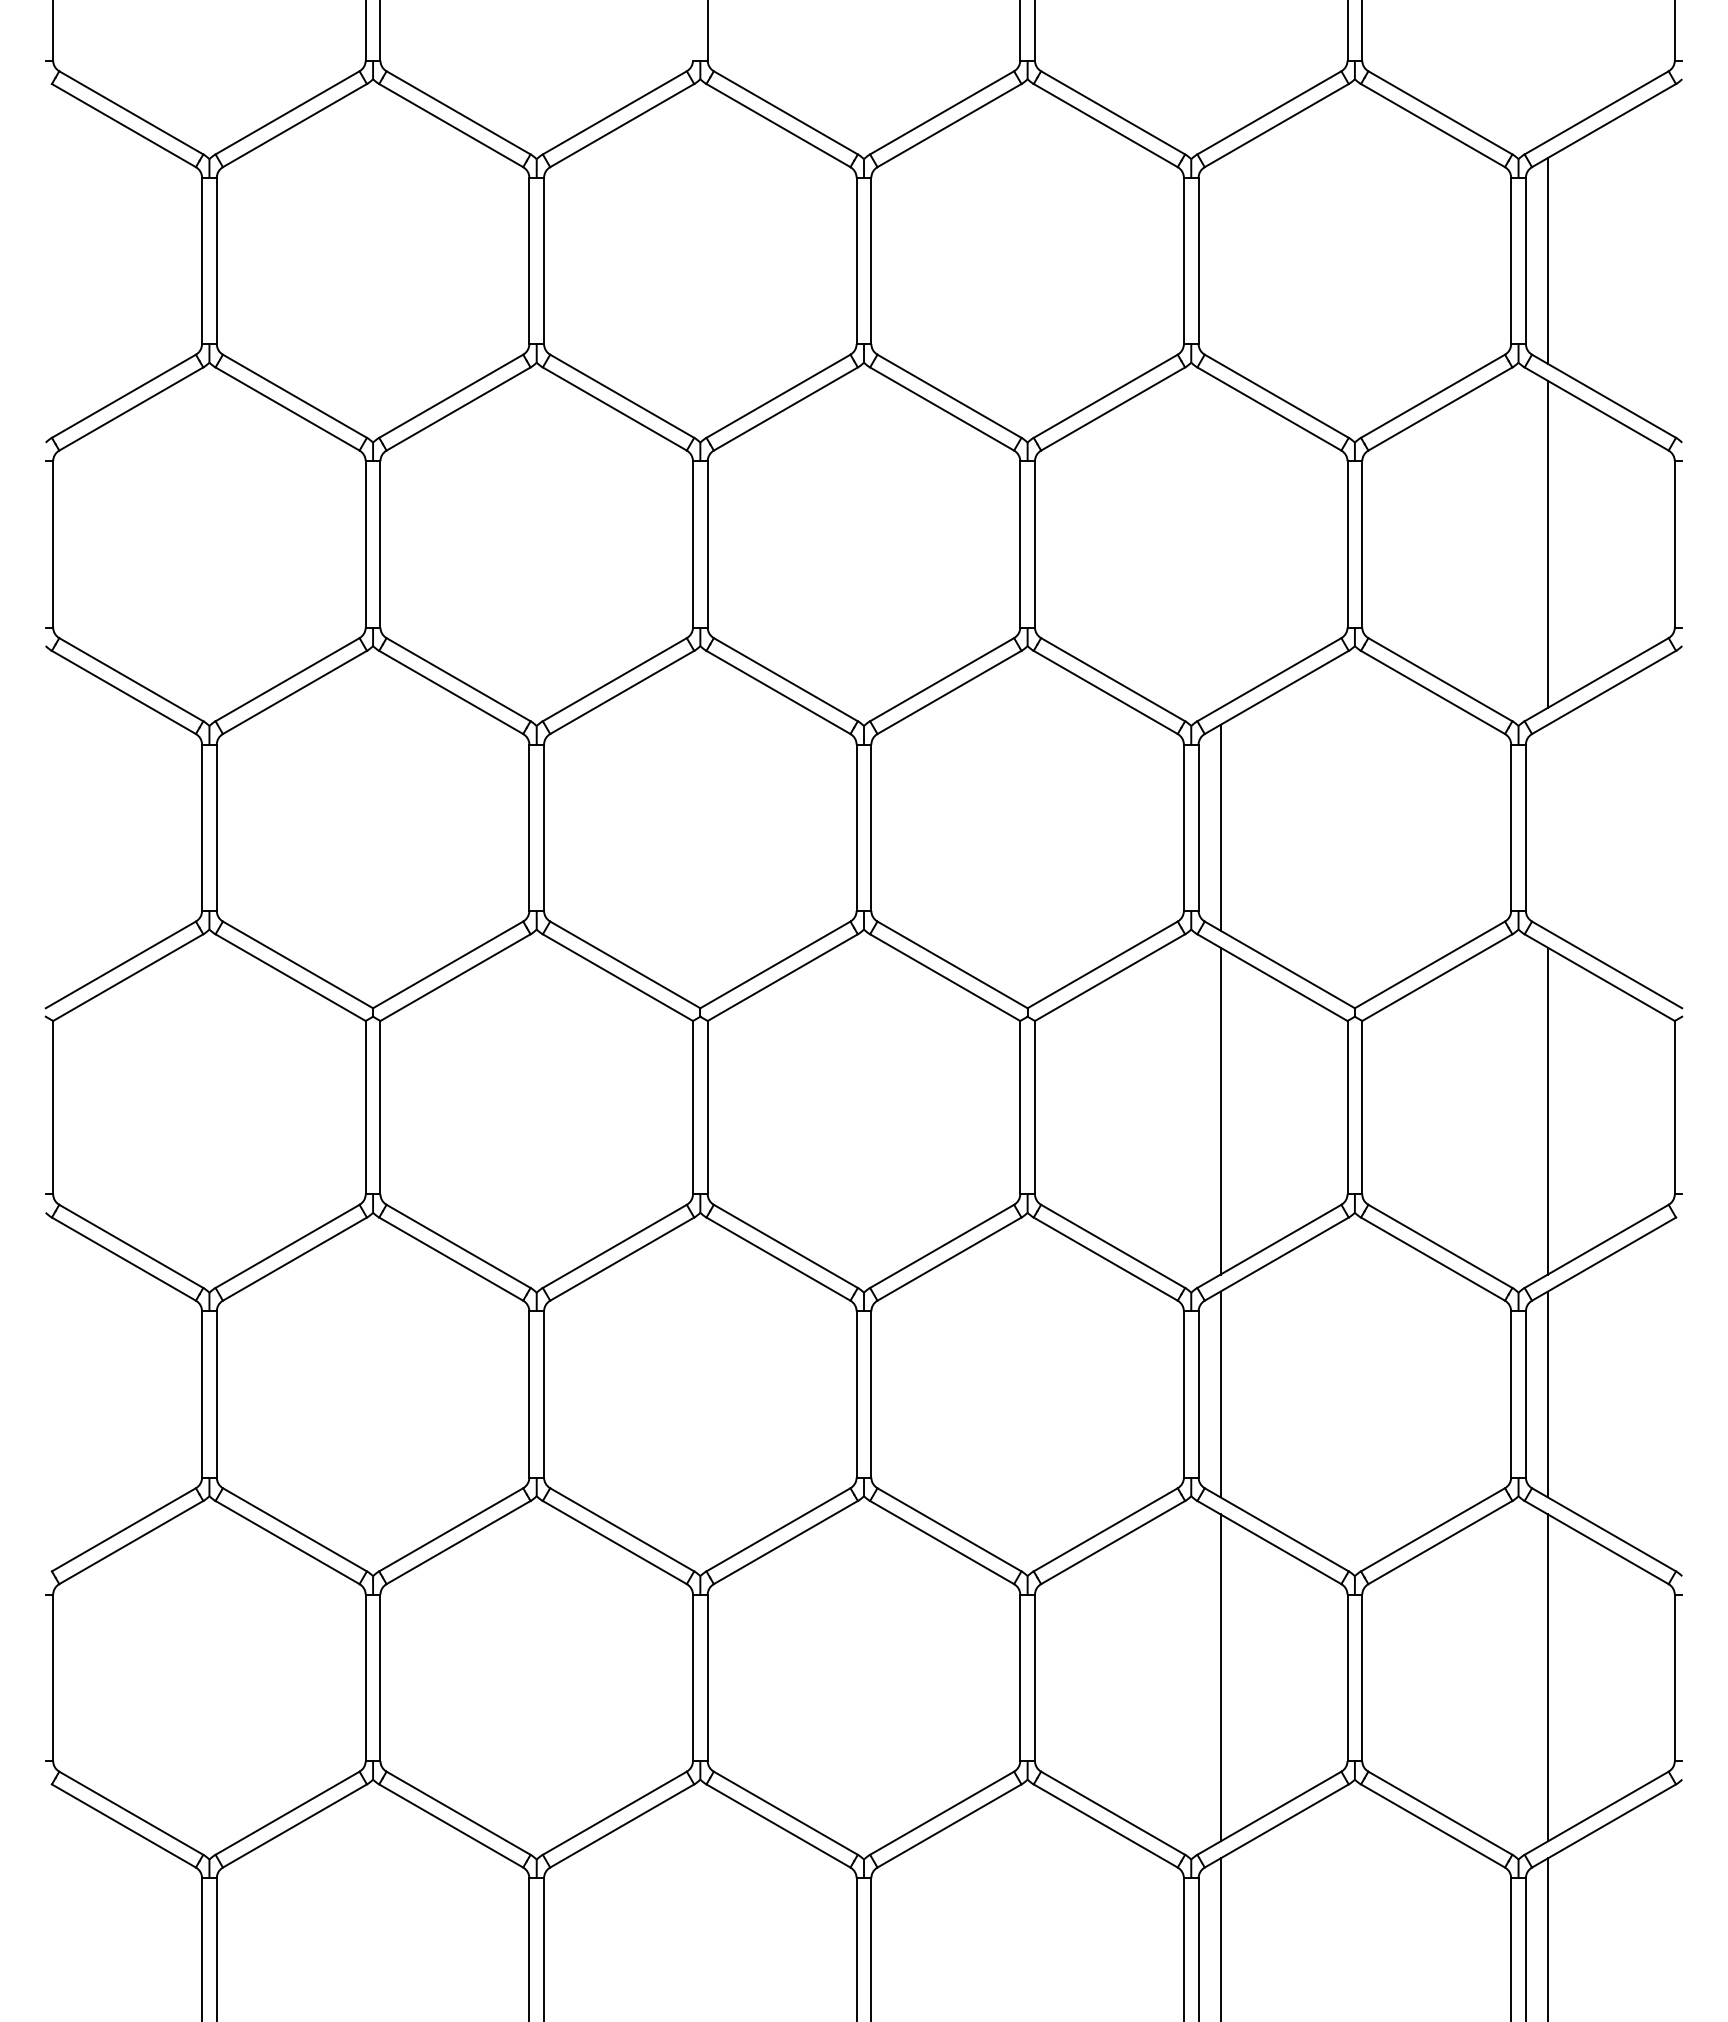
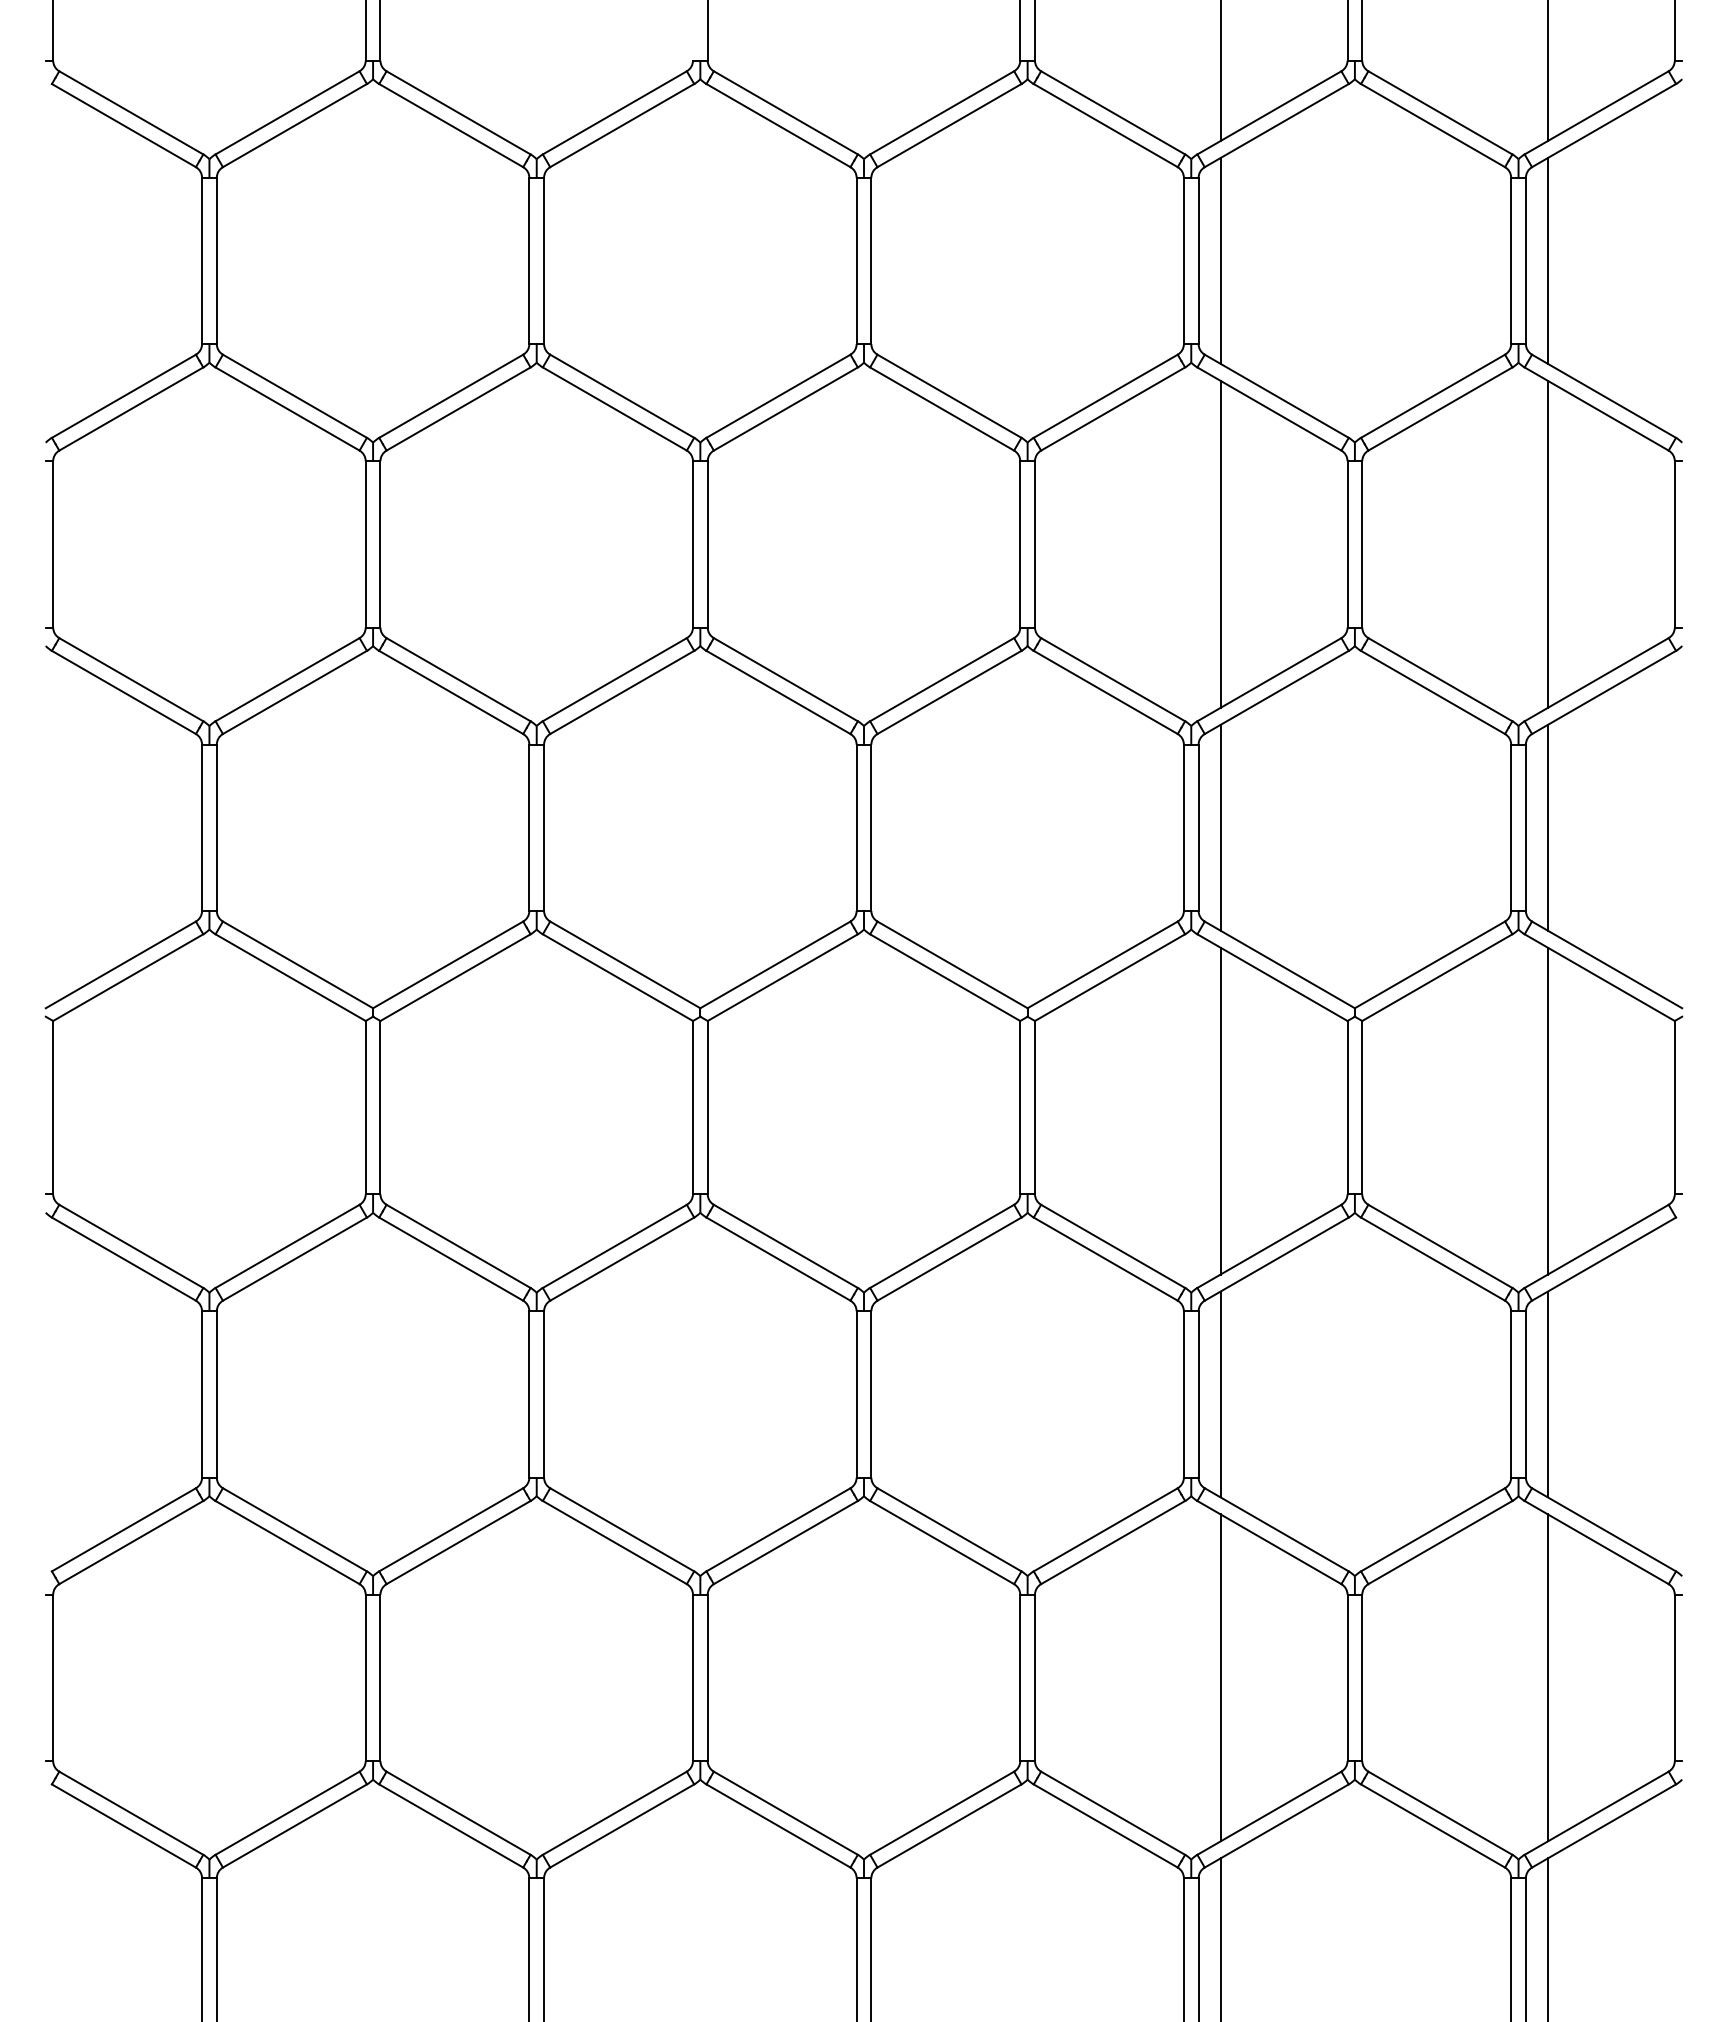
line at (1220, 71): none -> present
line at (1547, 71): none -> present
line at (1220, 260): none -> present
line at (1220, 543): none -> present
line at (1547, 827): none -> present
